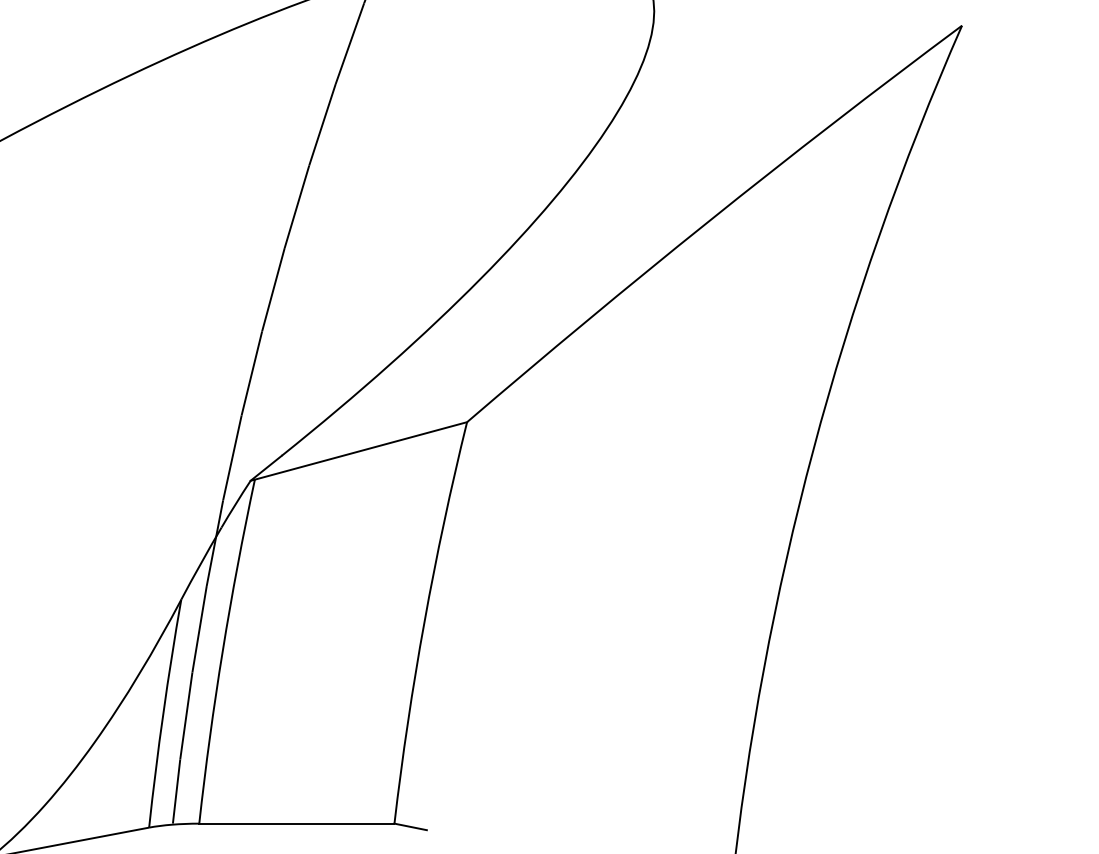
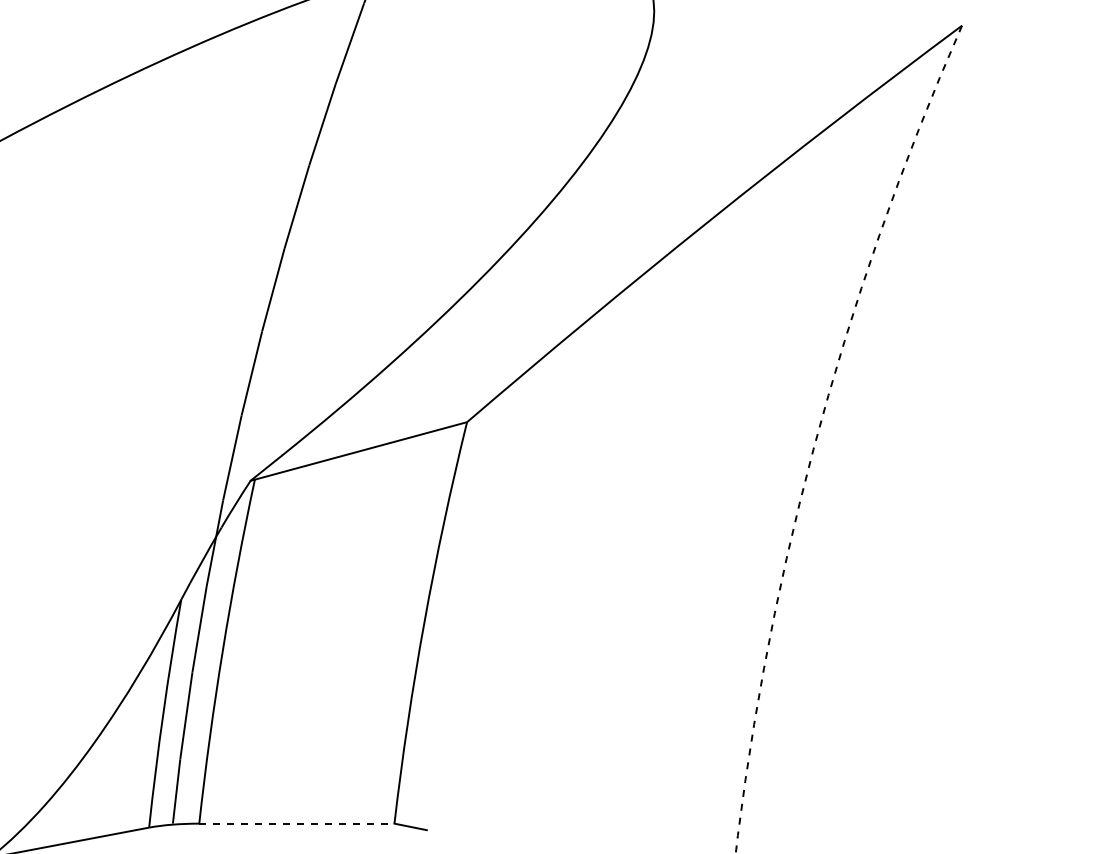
arc at (818, 431): solid -> dashed
line at (296, 823): solid -> dashed
